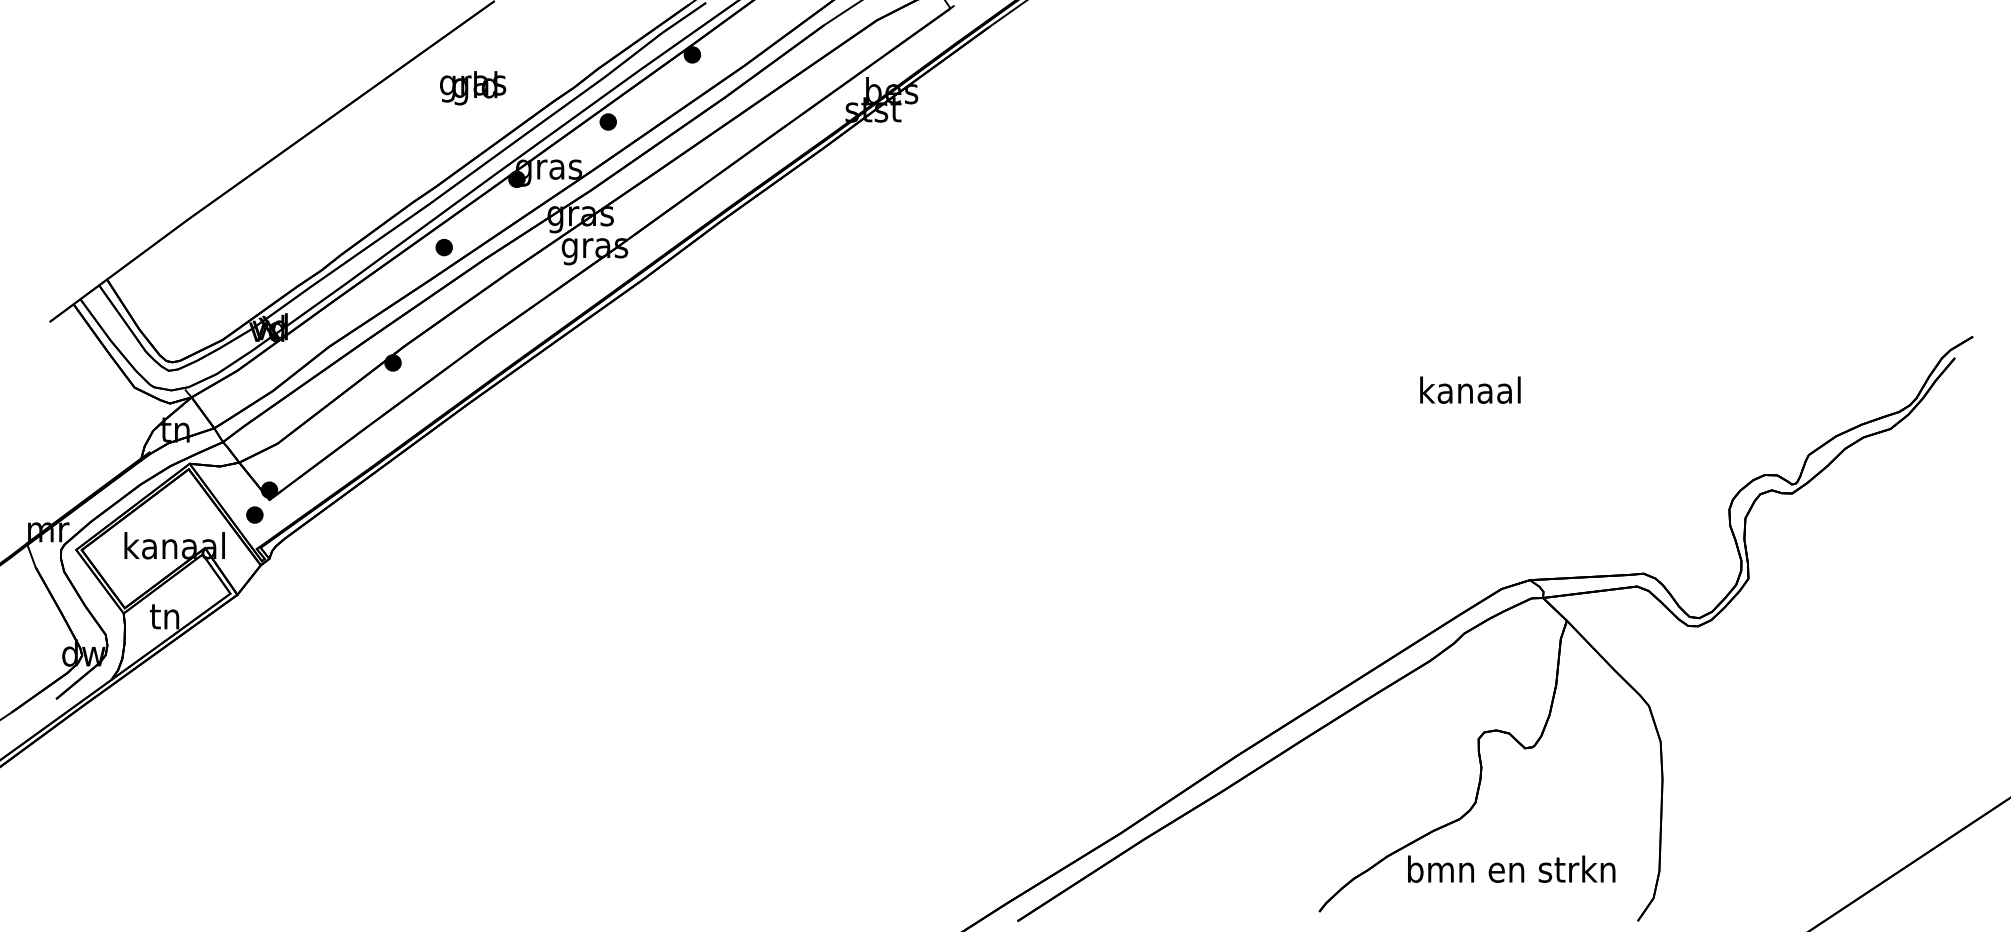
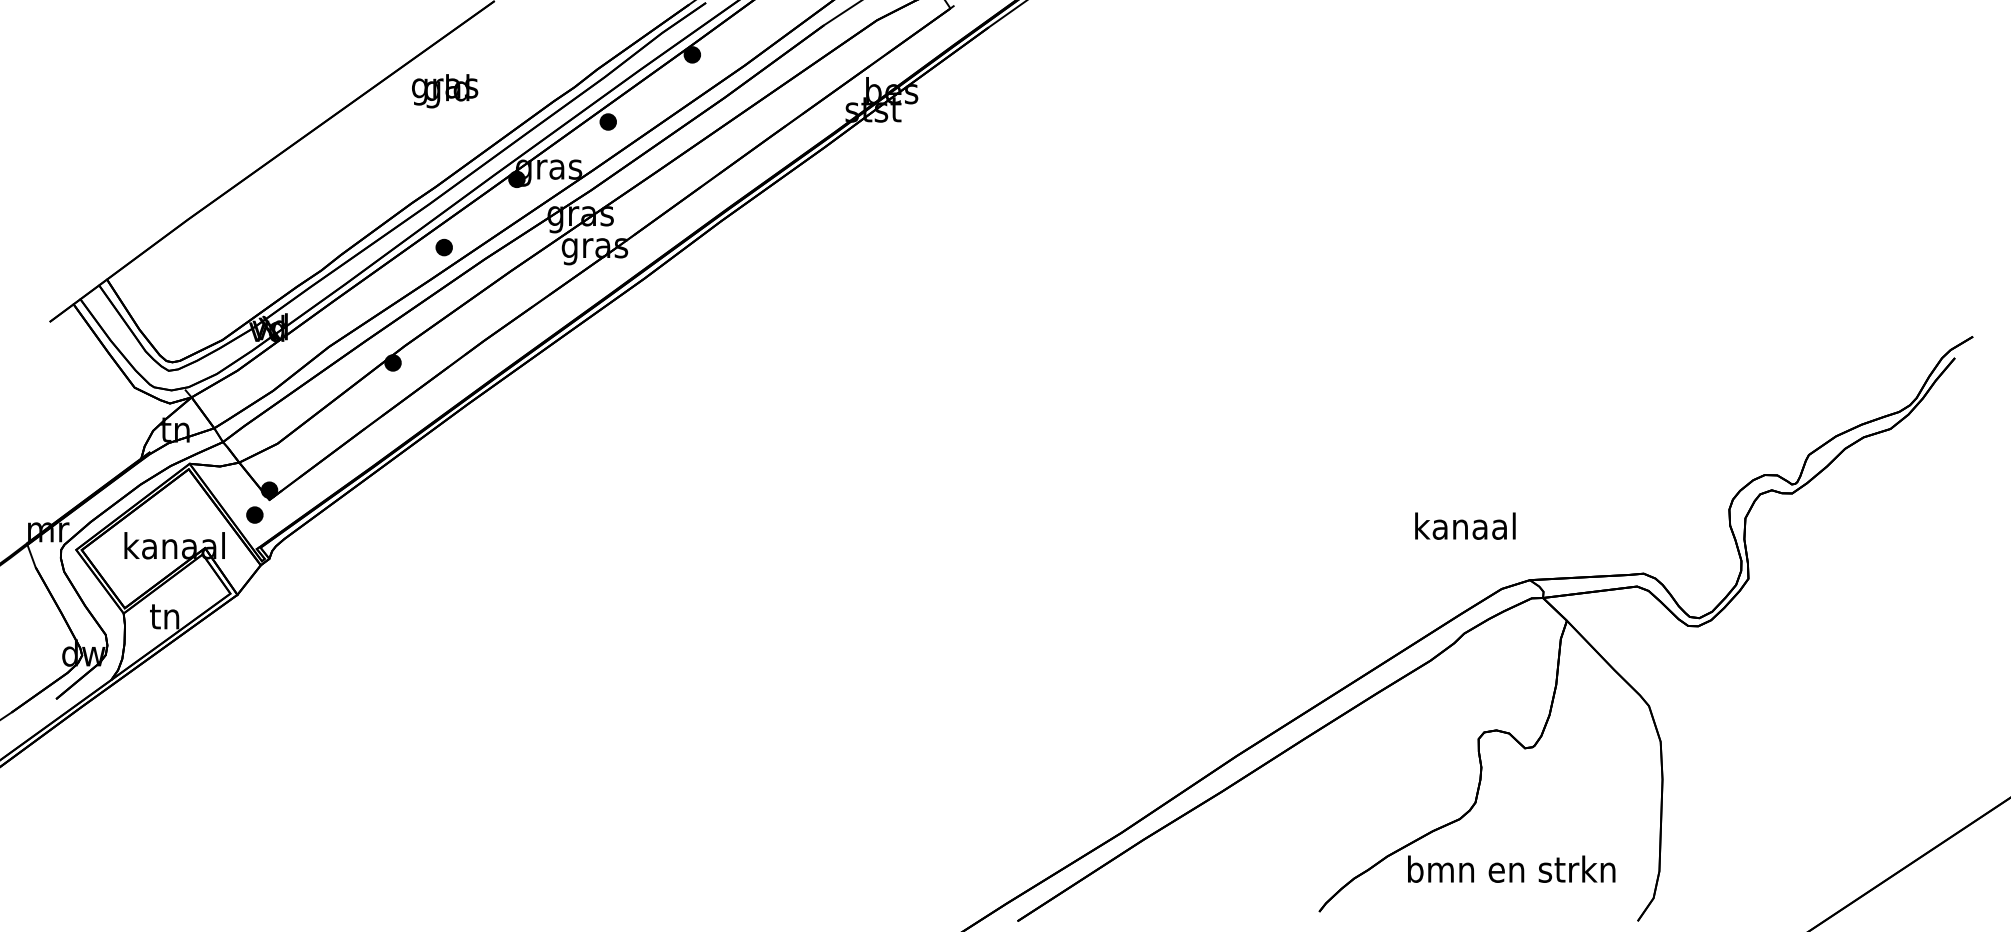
text at (473, 88) position: (473, 88) -> (445, 91)
text at (1470, 389) position: (1470, 389) -> (1465, 525)
